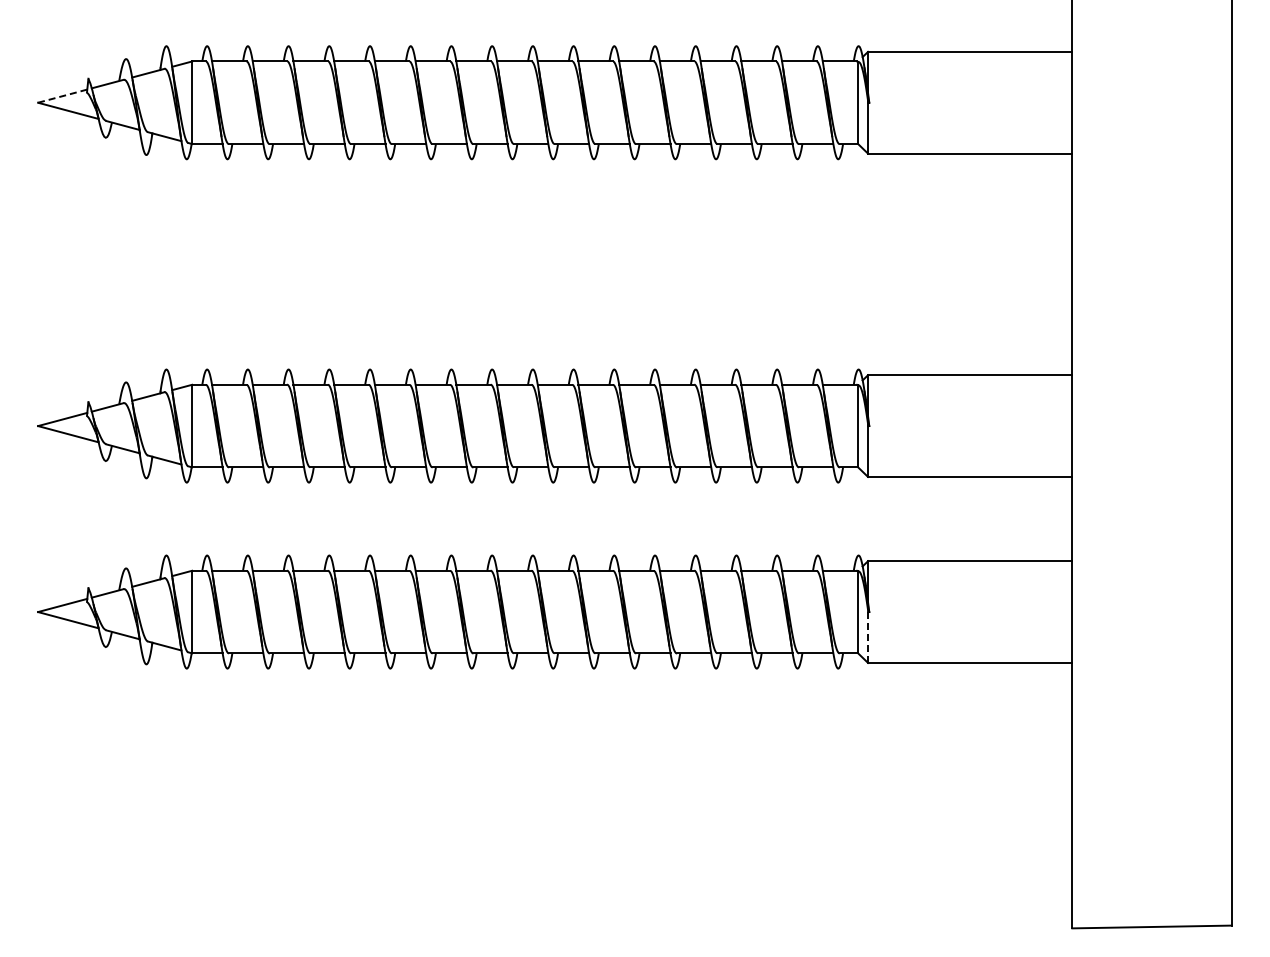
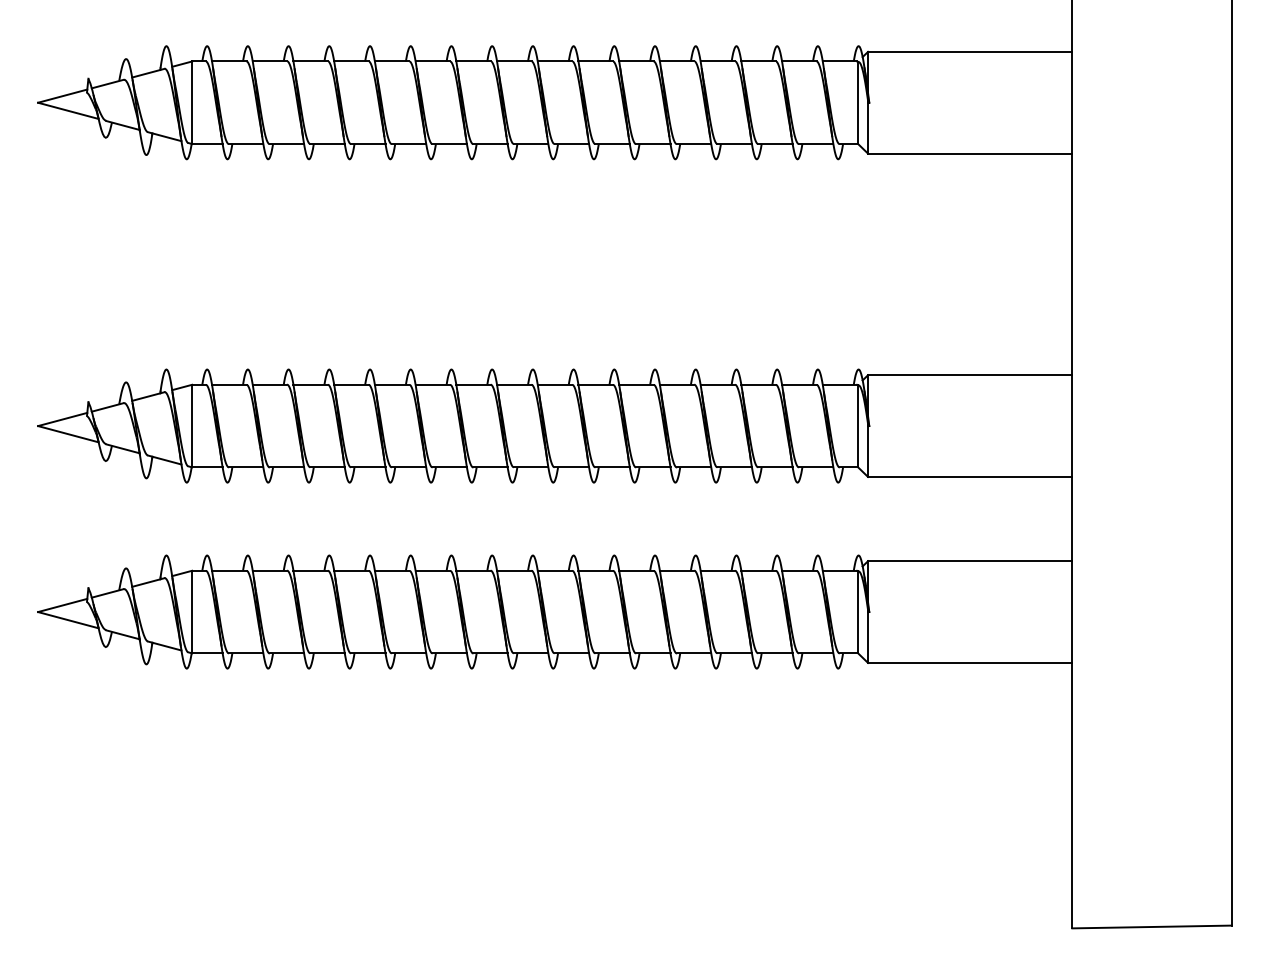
line at (62, 96): dashed -> solid
line at (868, 636): dashed -> solid
